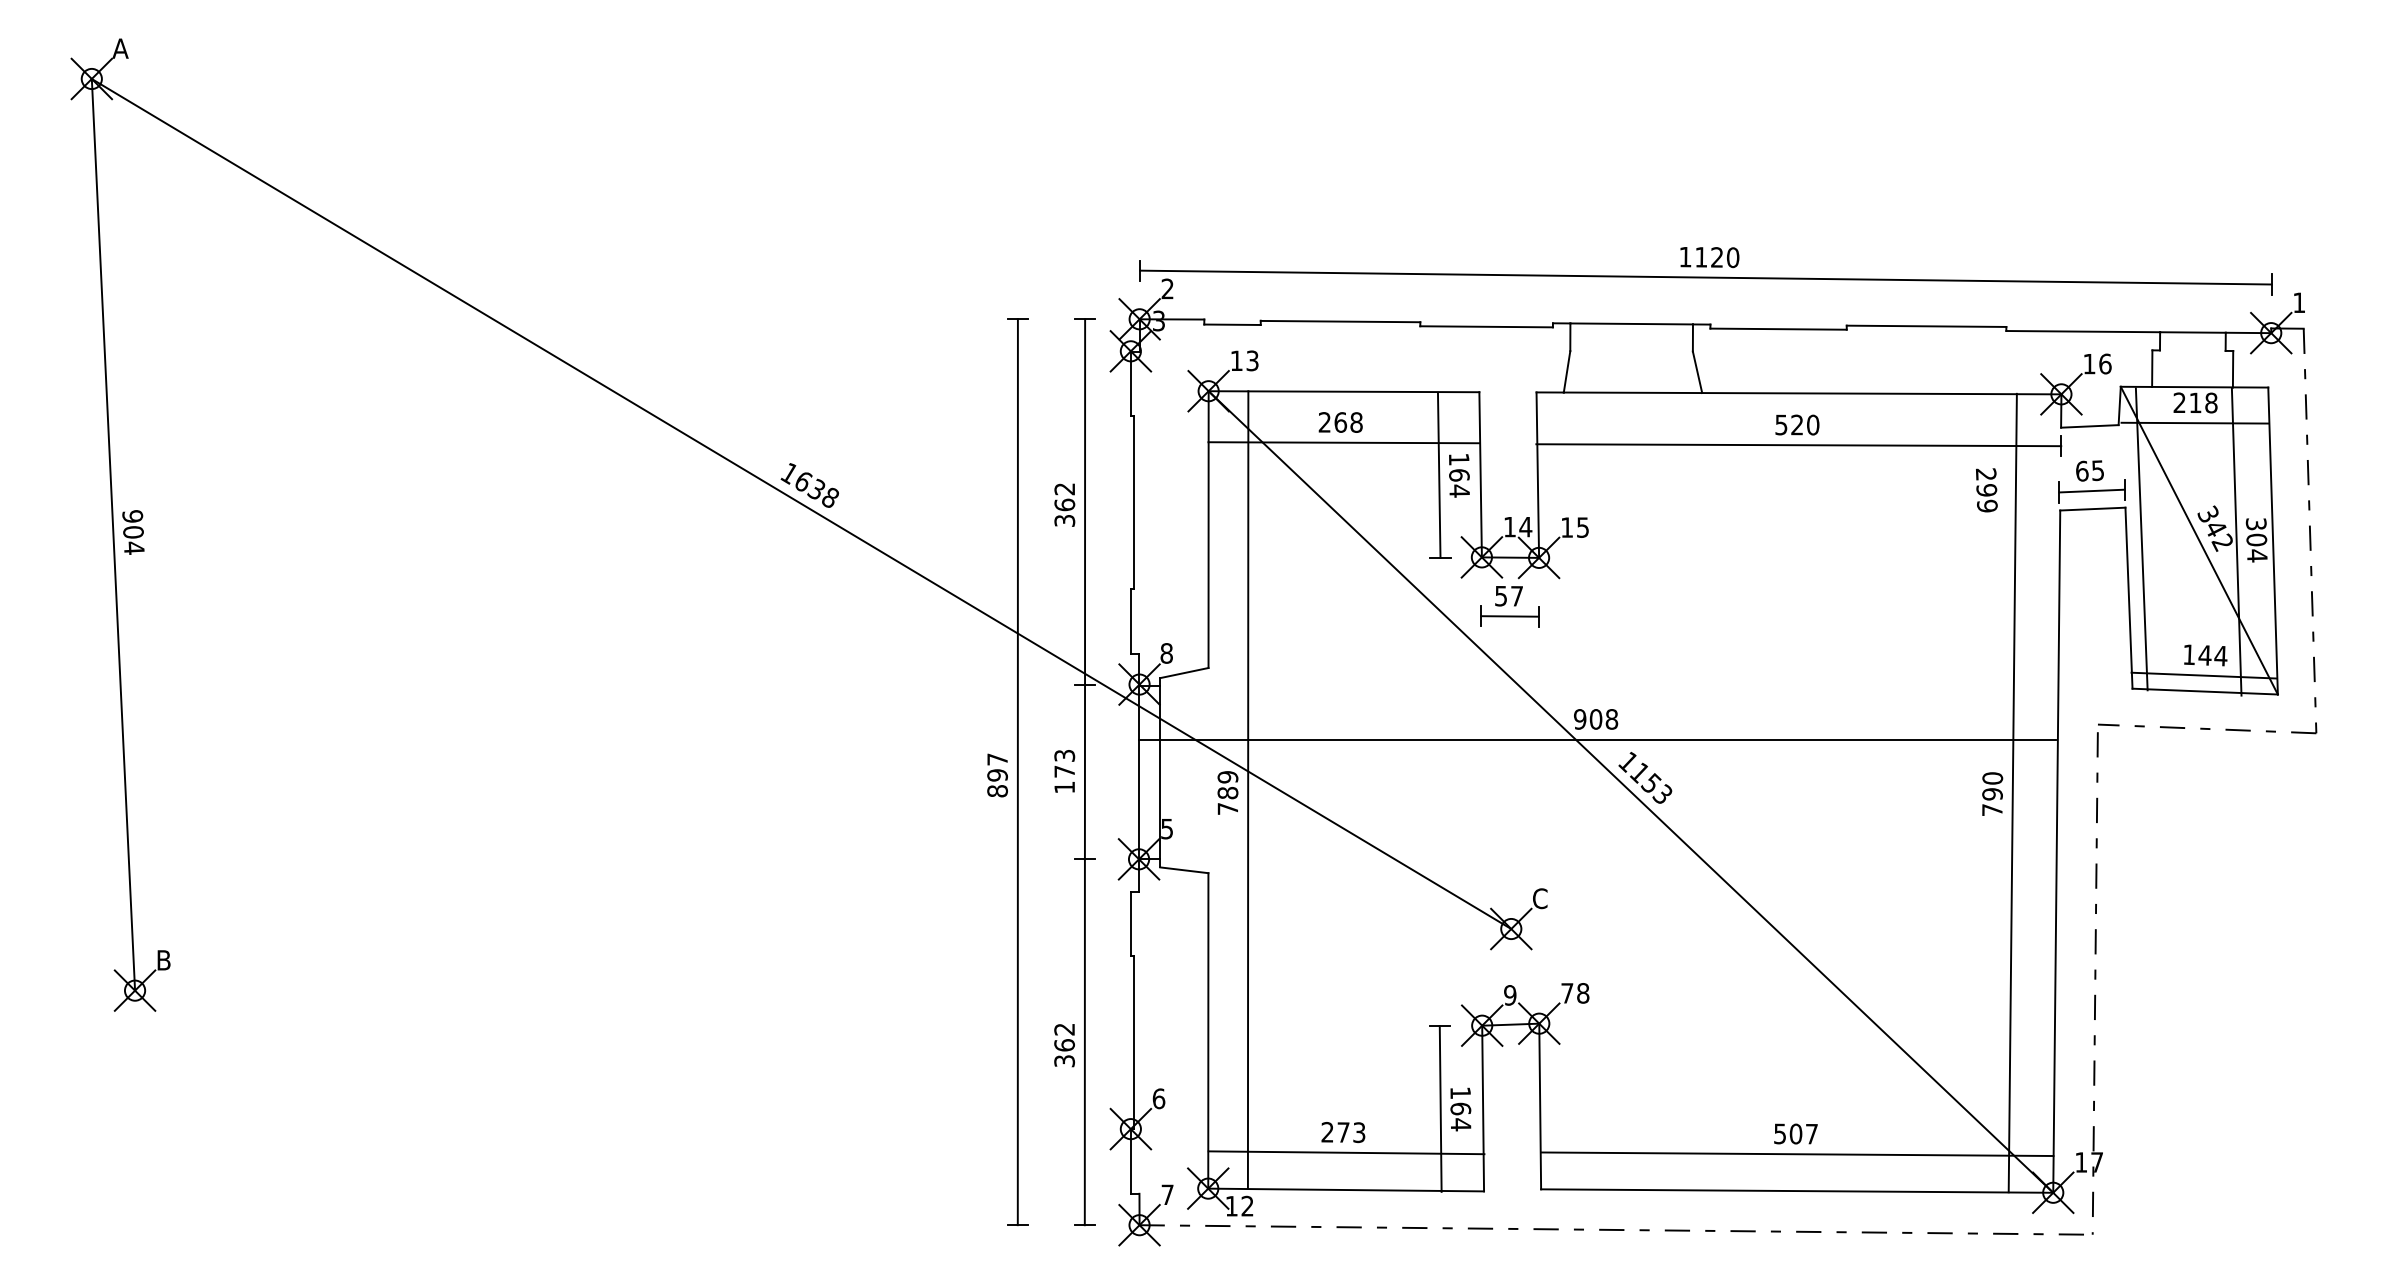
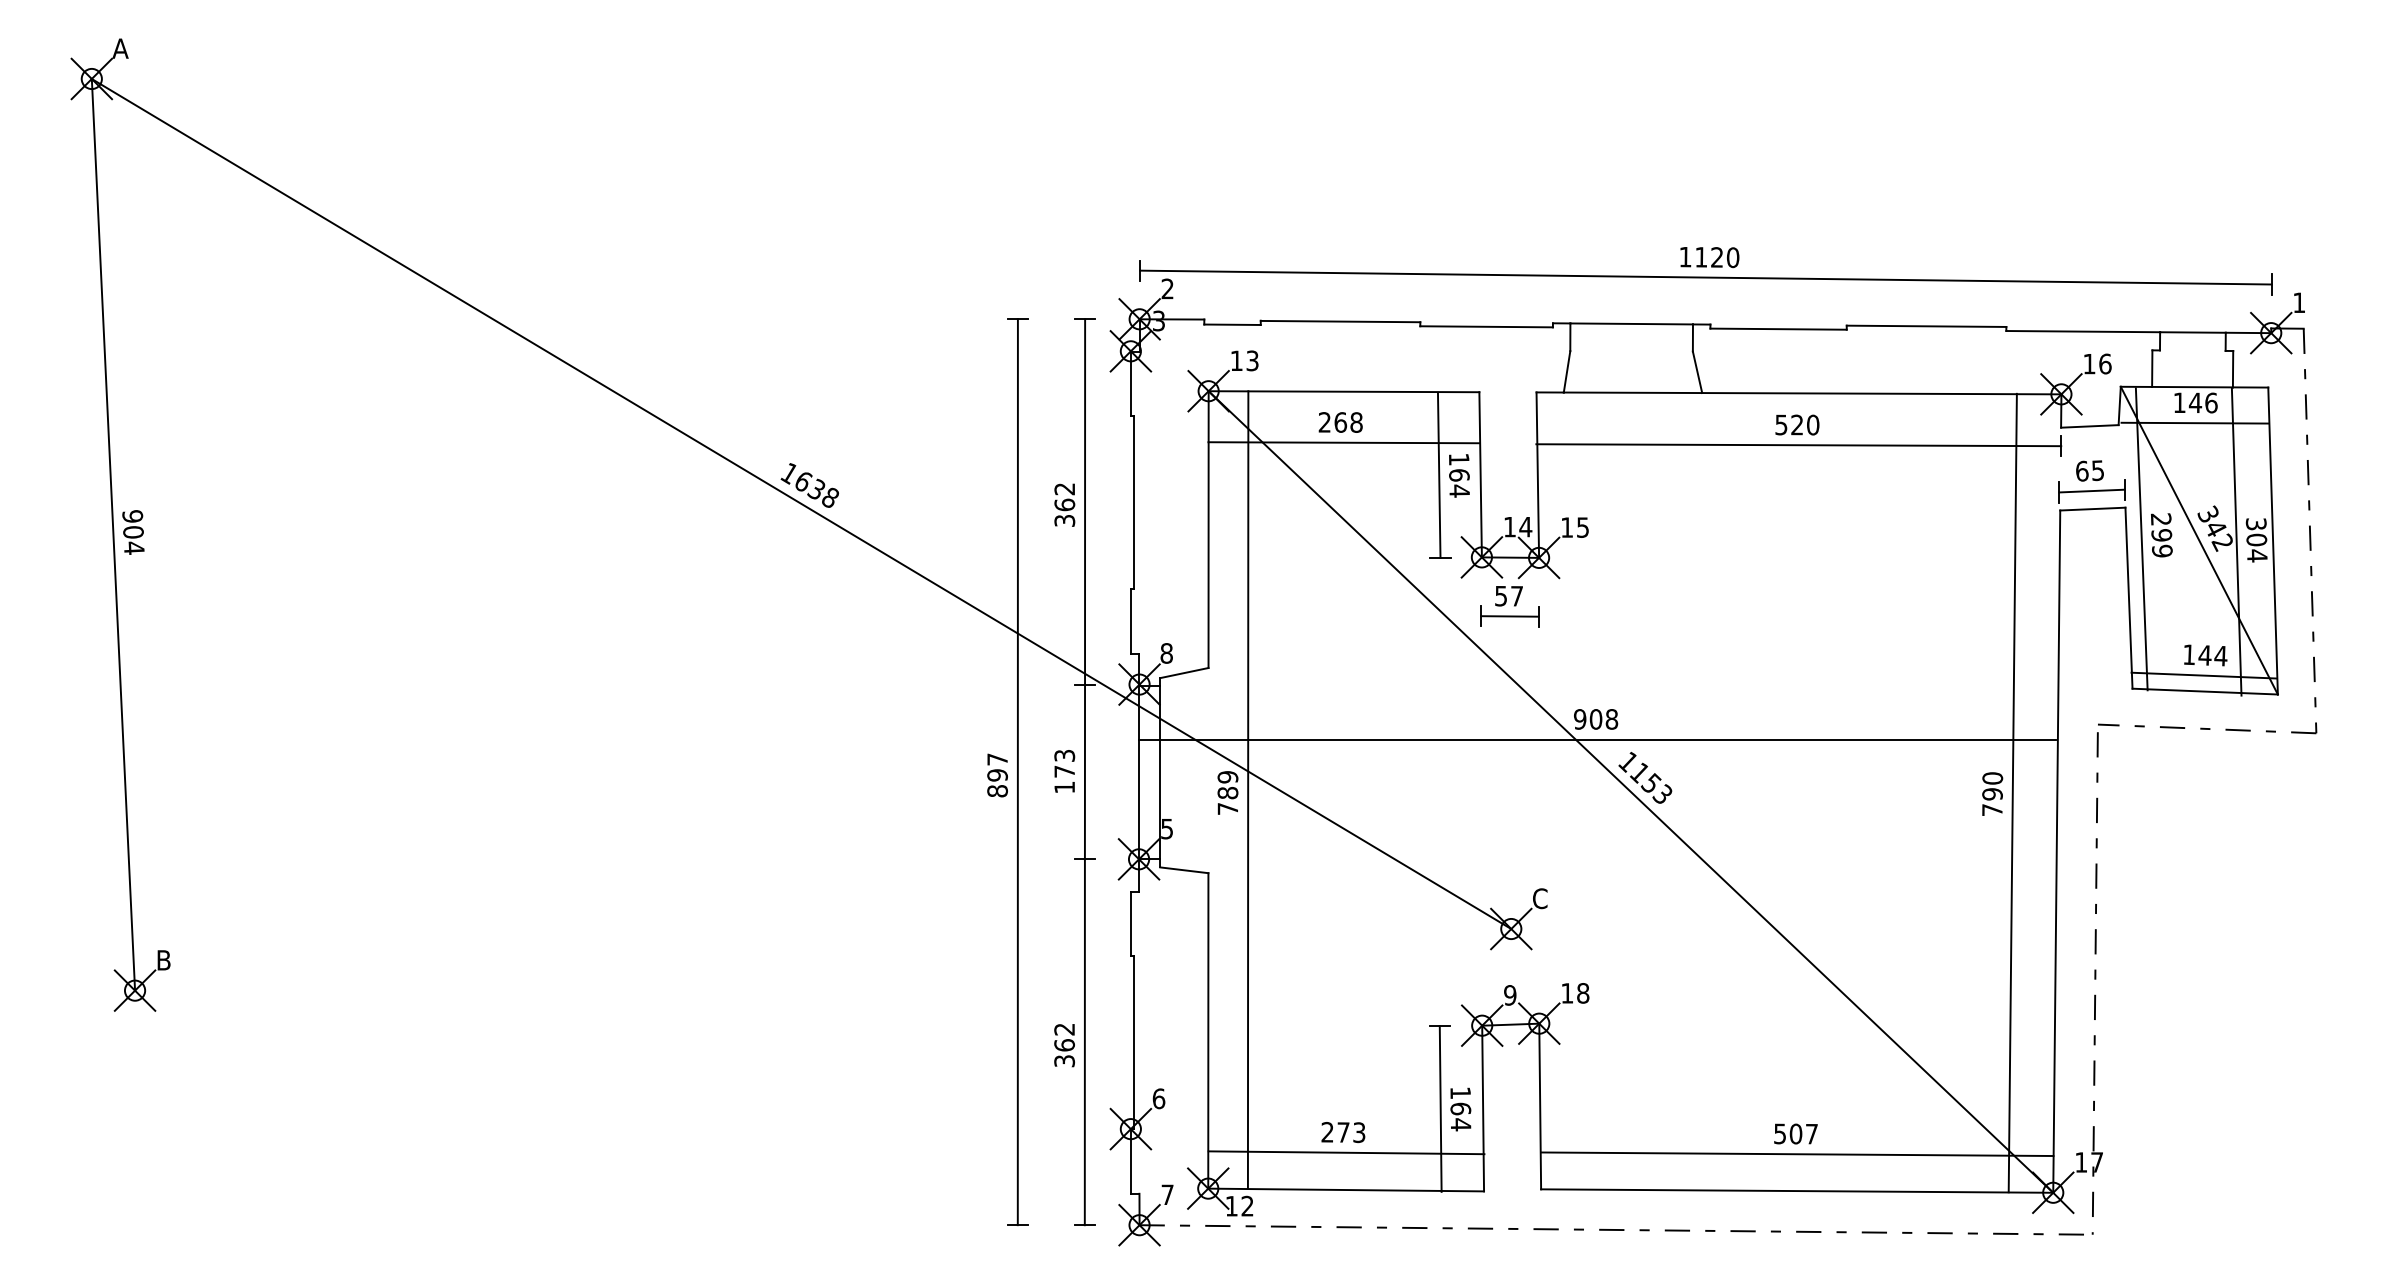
text at (2195, 402): 218 -> 146
text at (1986, 490) position: (1986, 490) -> (2161, 535)
text at (1567, 993): 78 -> 18
